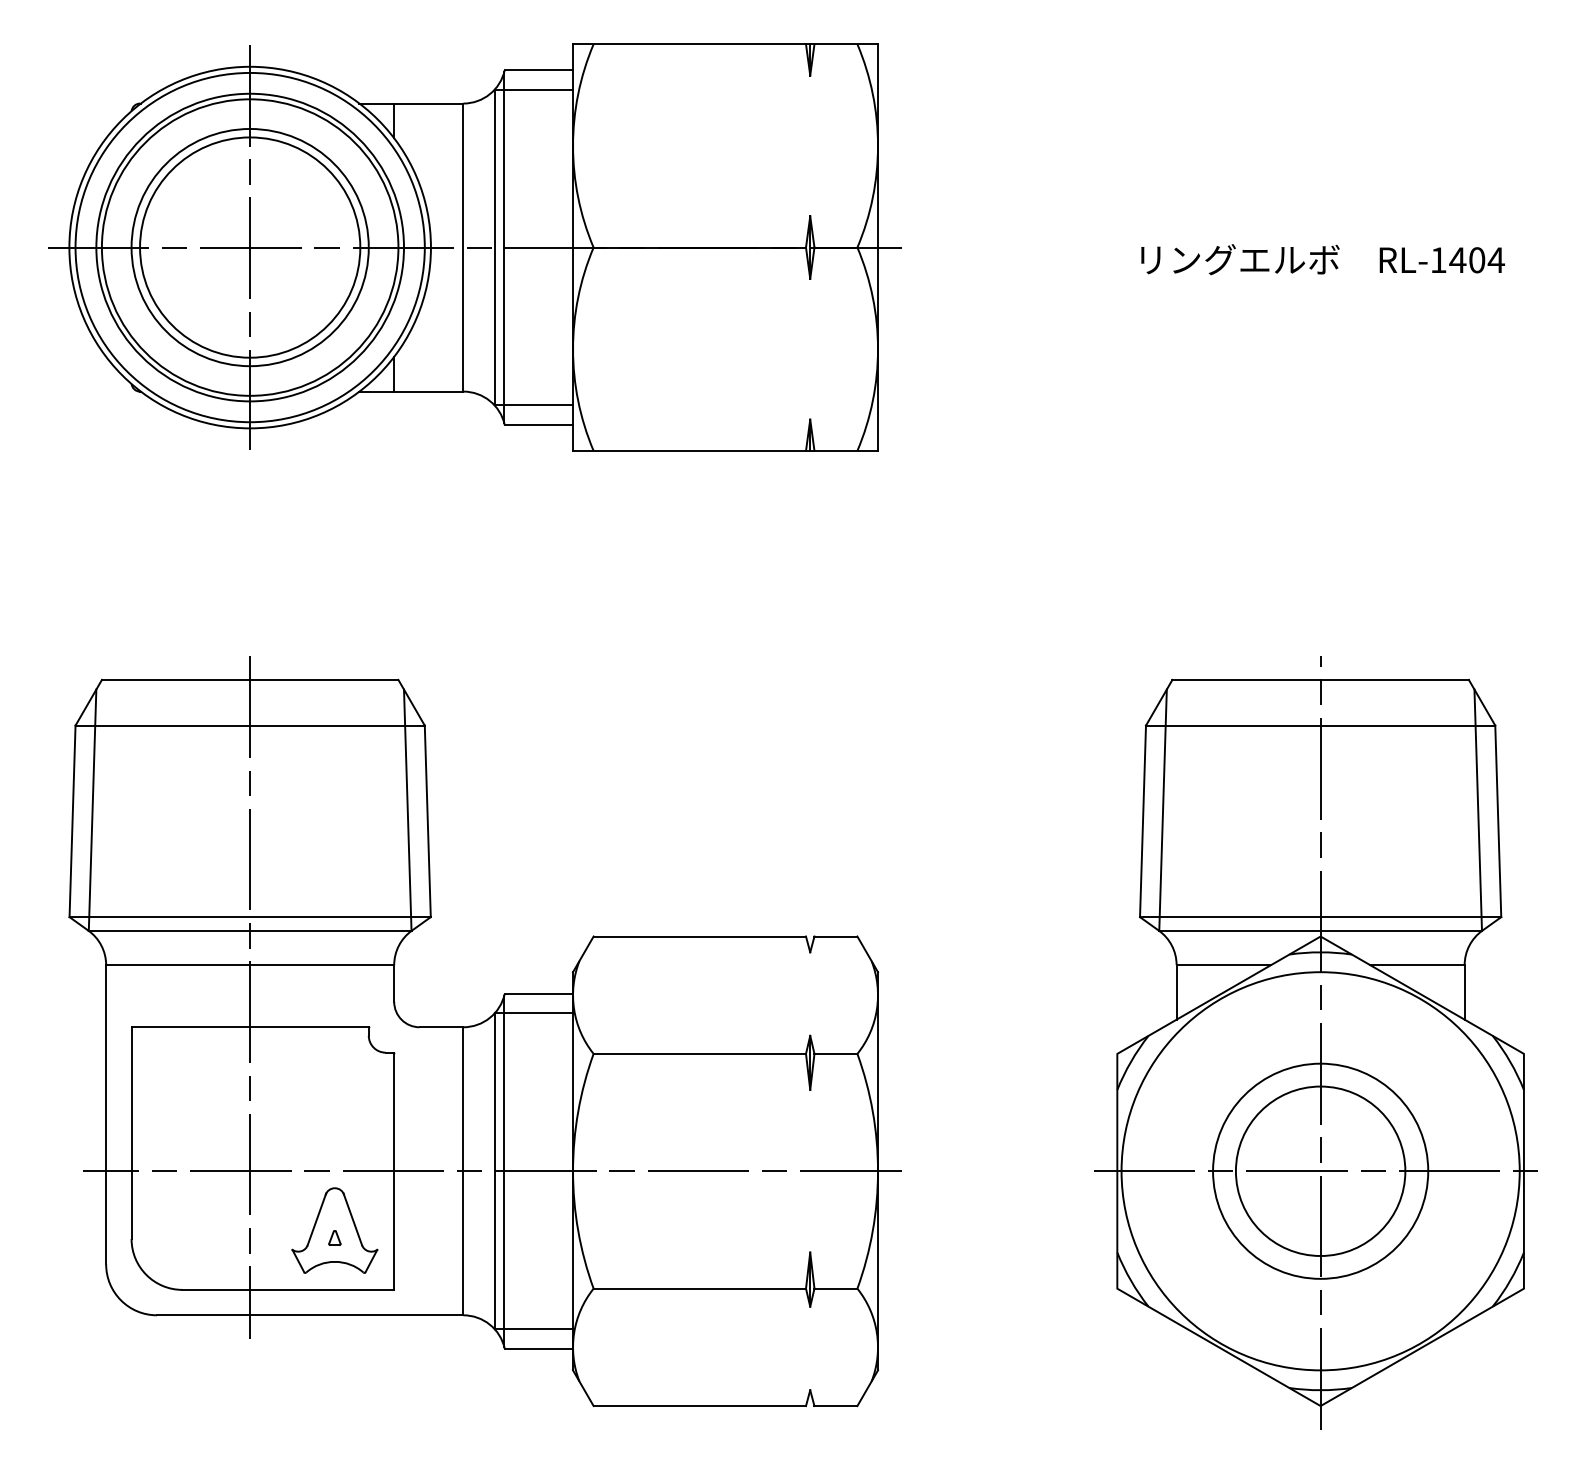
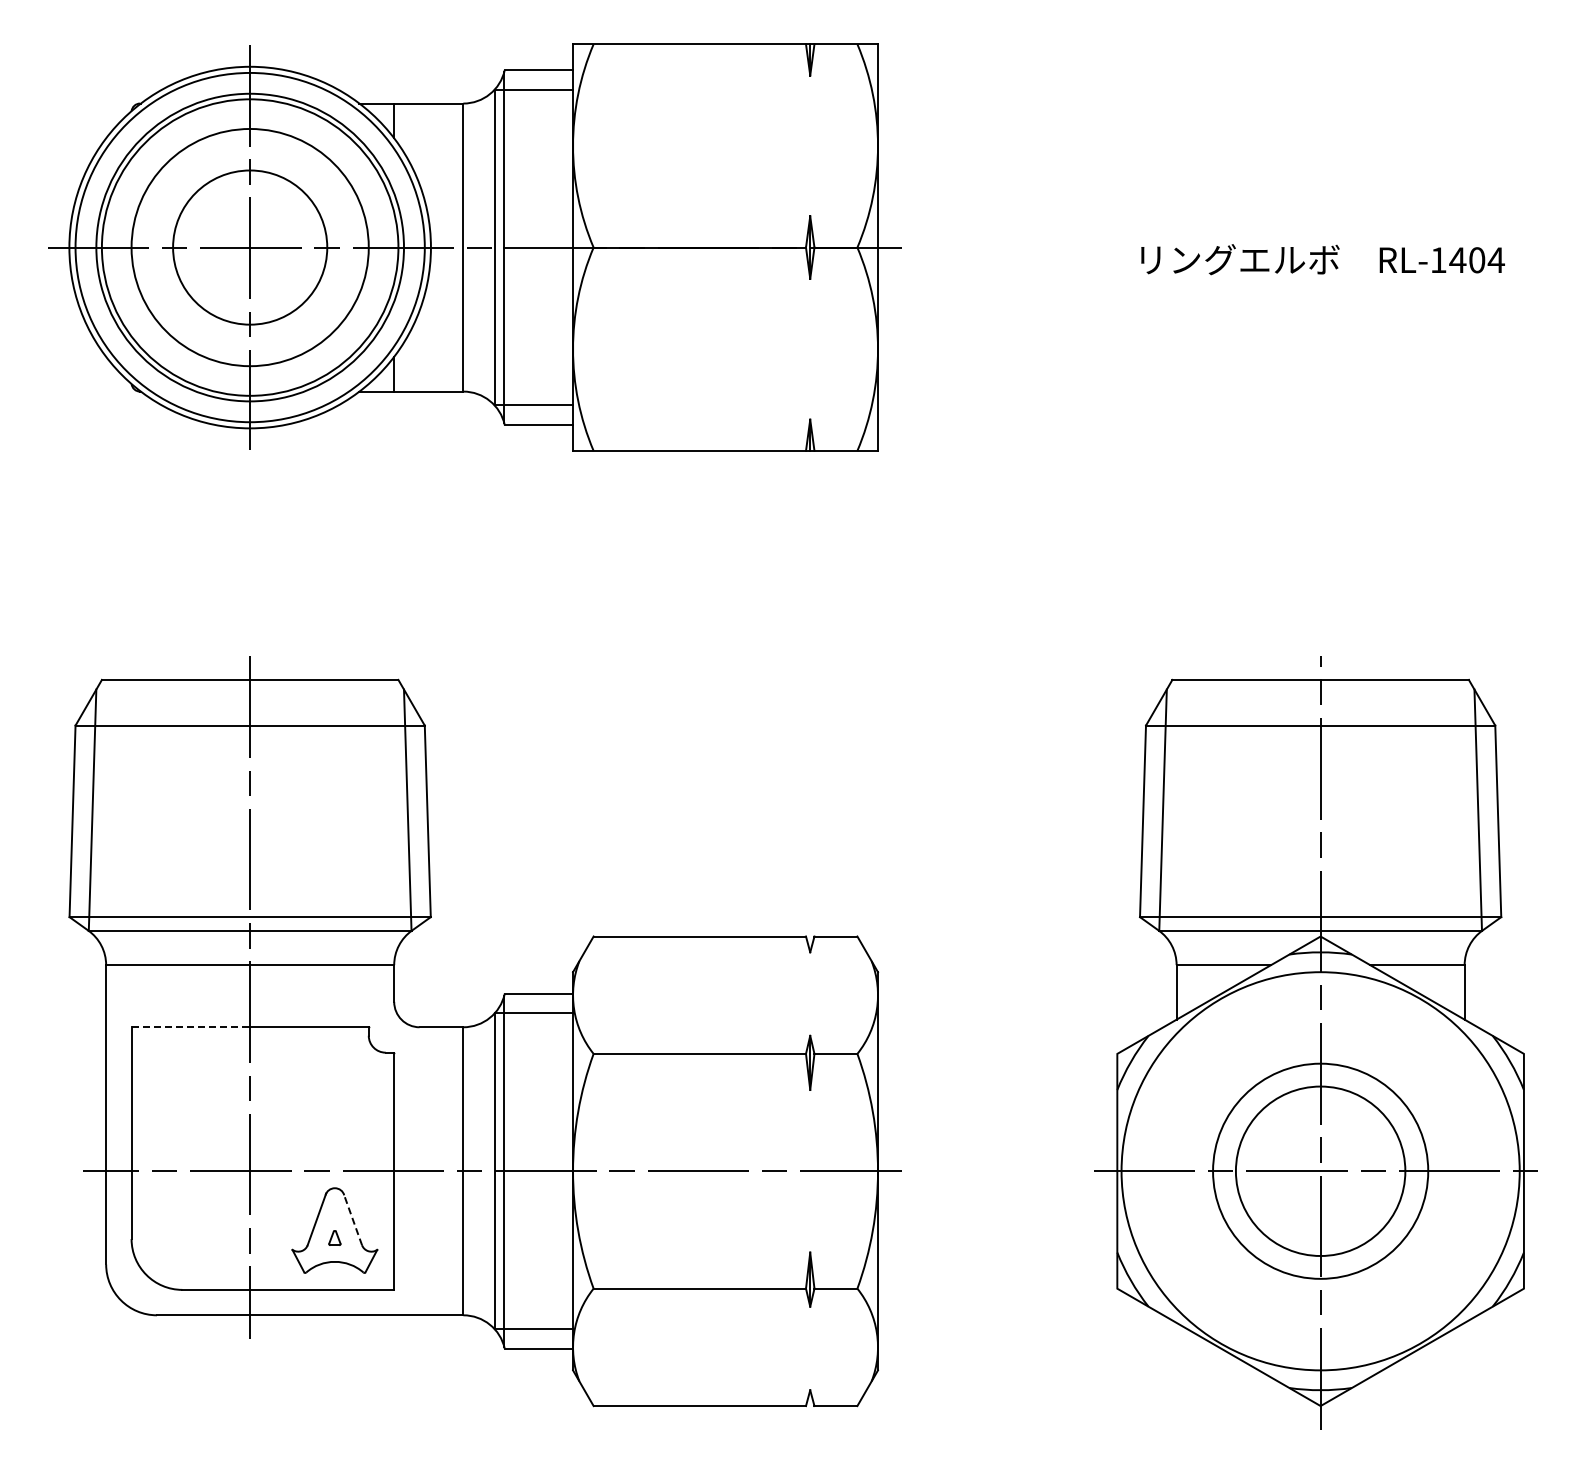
circle at (250, 247) diameter: 220 px -> 154 px
line at (191, 1027): solid -> dashed
line at (352, 1218): solid -> dashed
